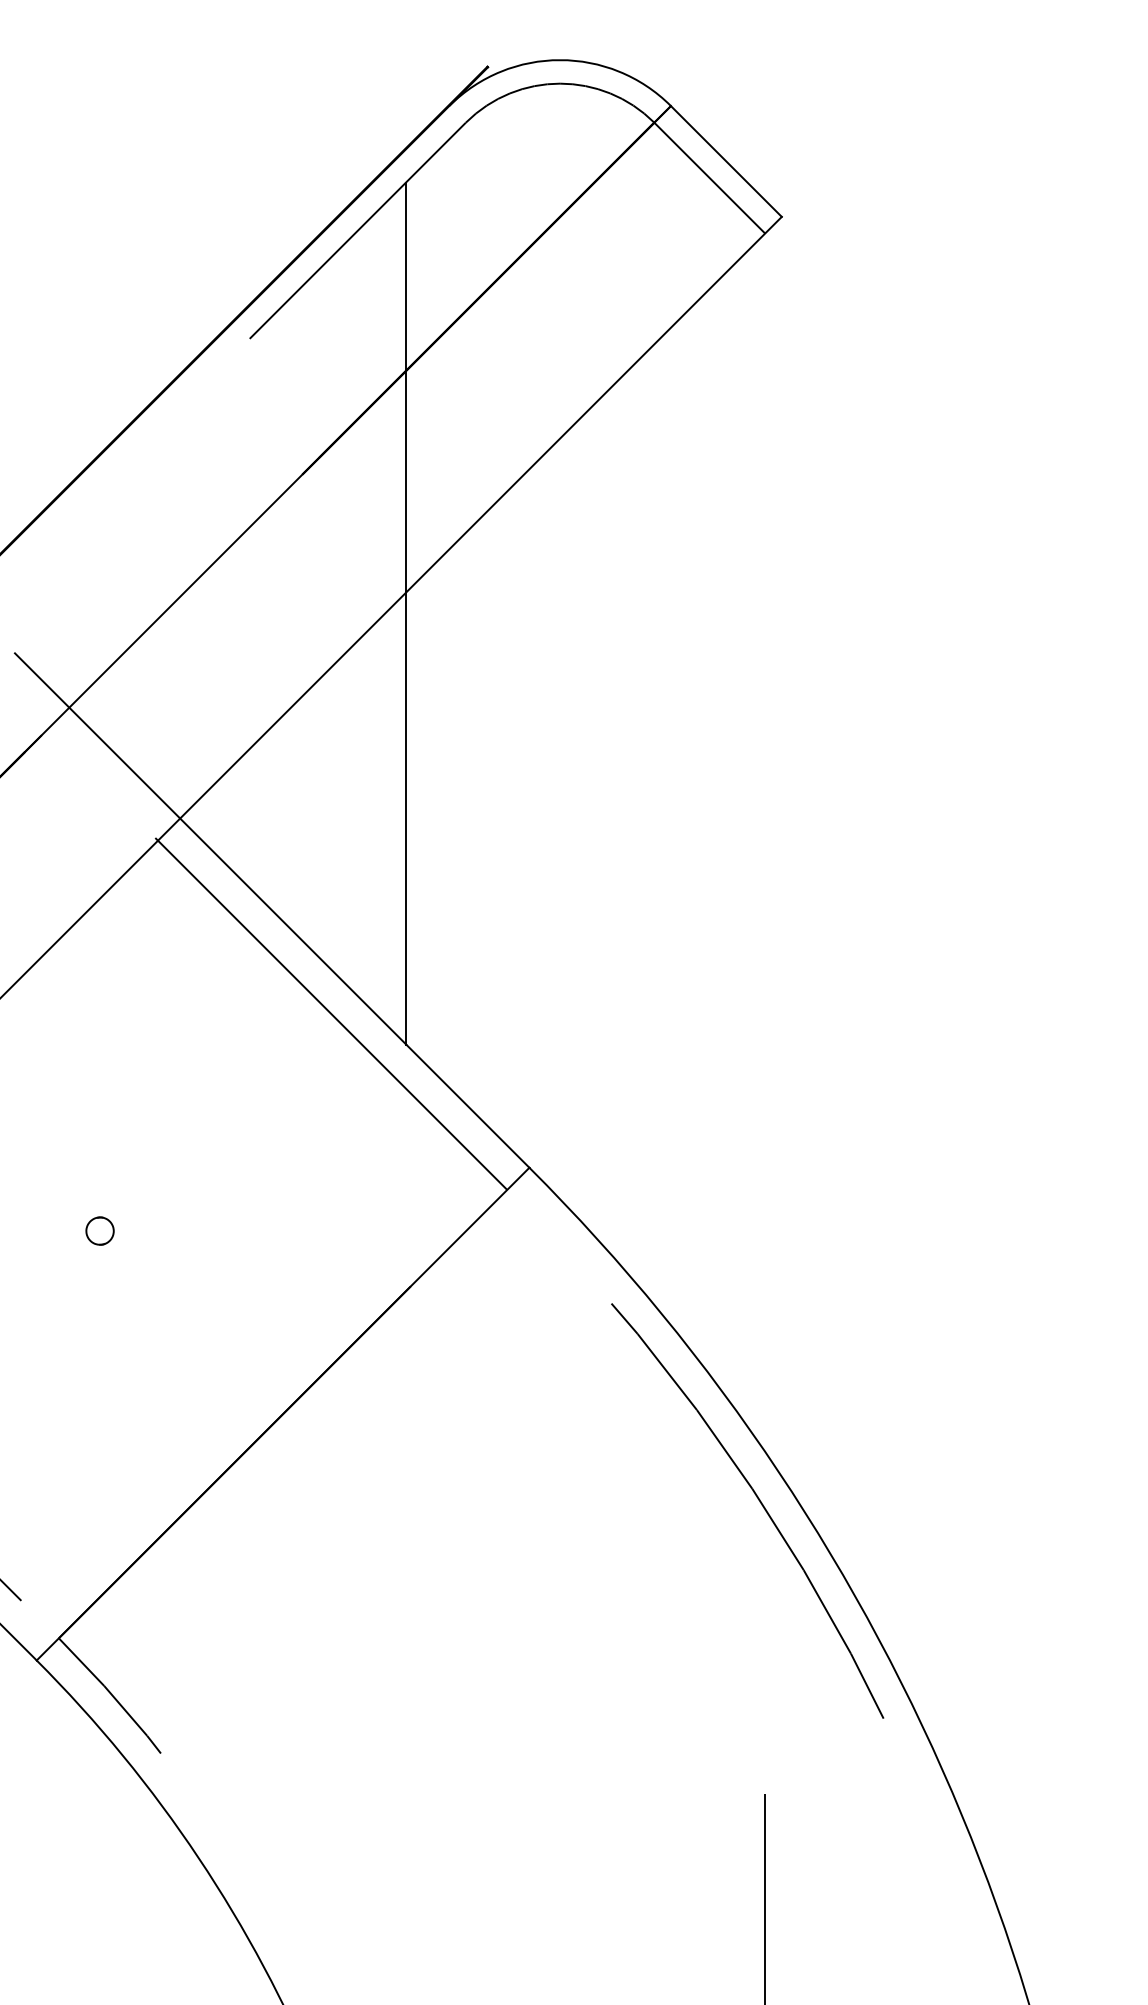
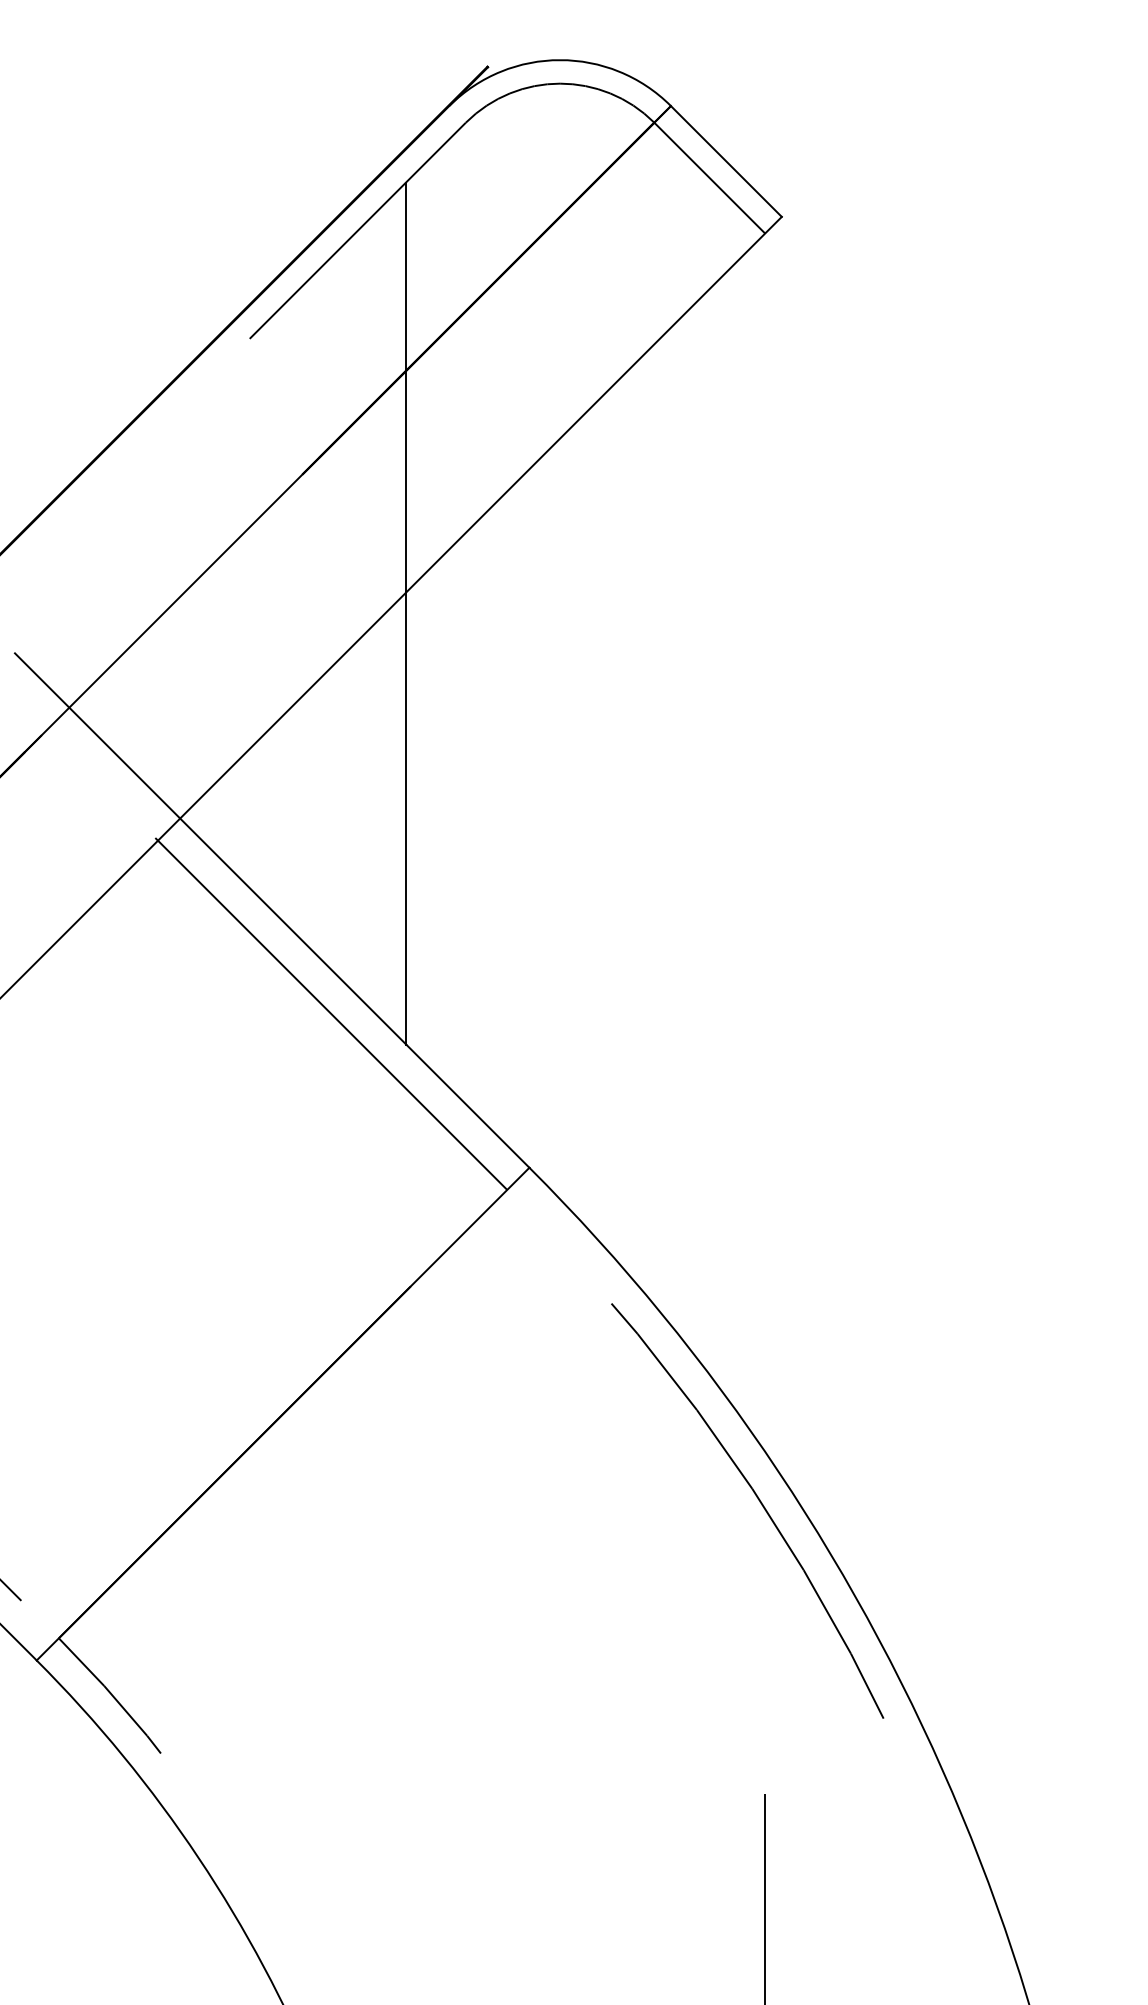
part at (99, 1230): present -> none
